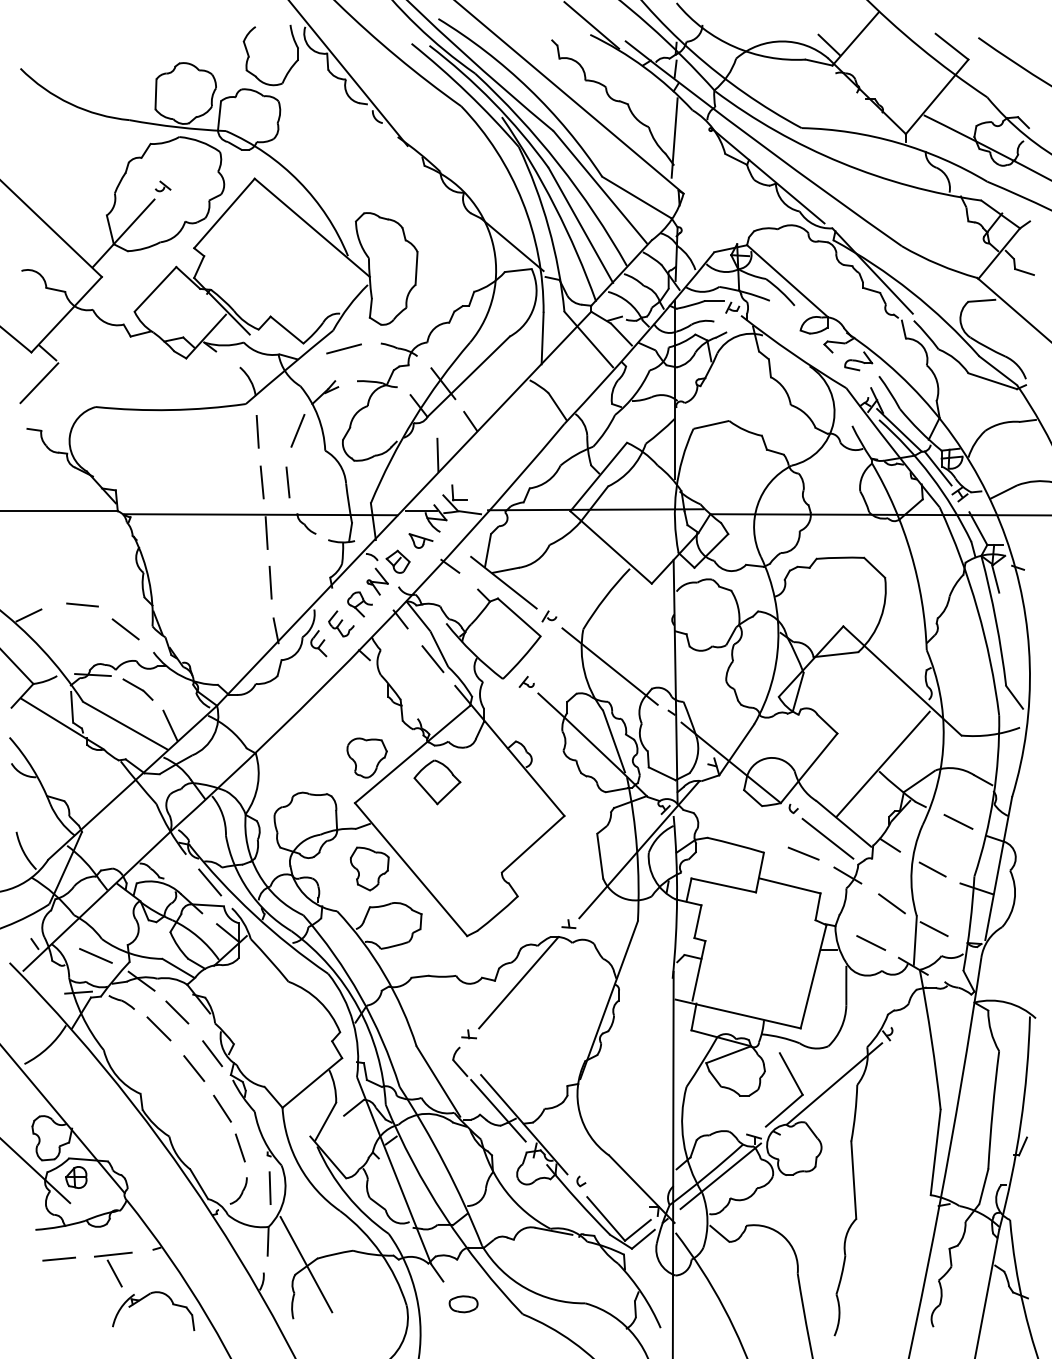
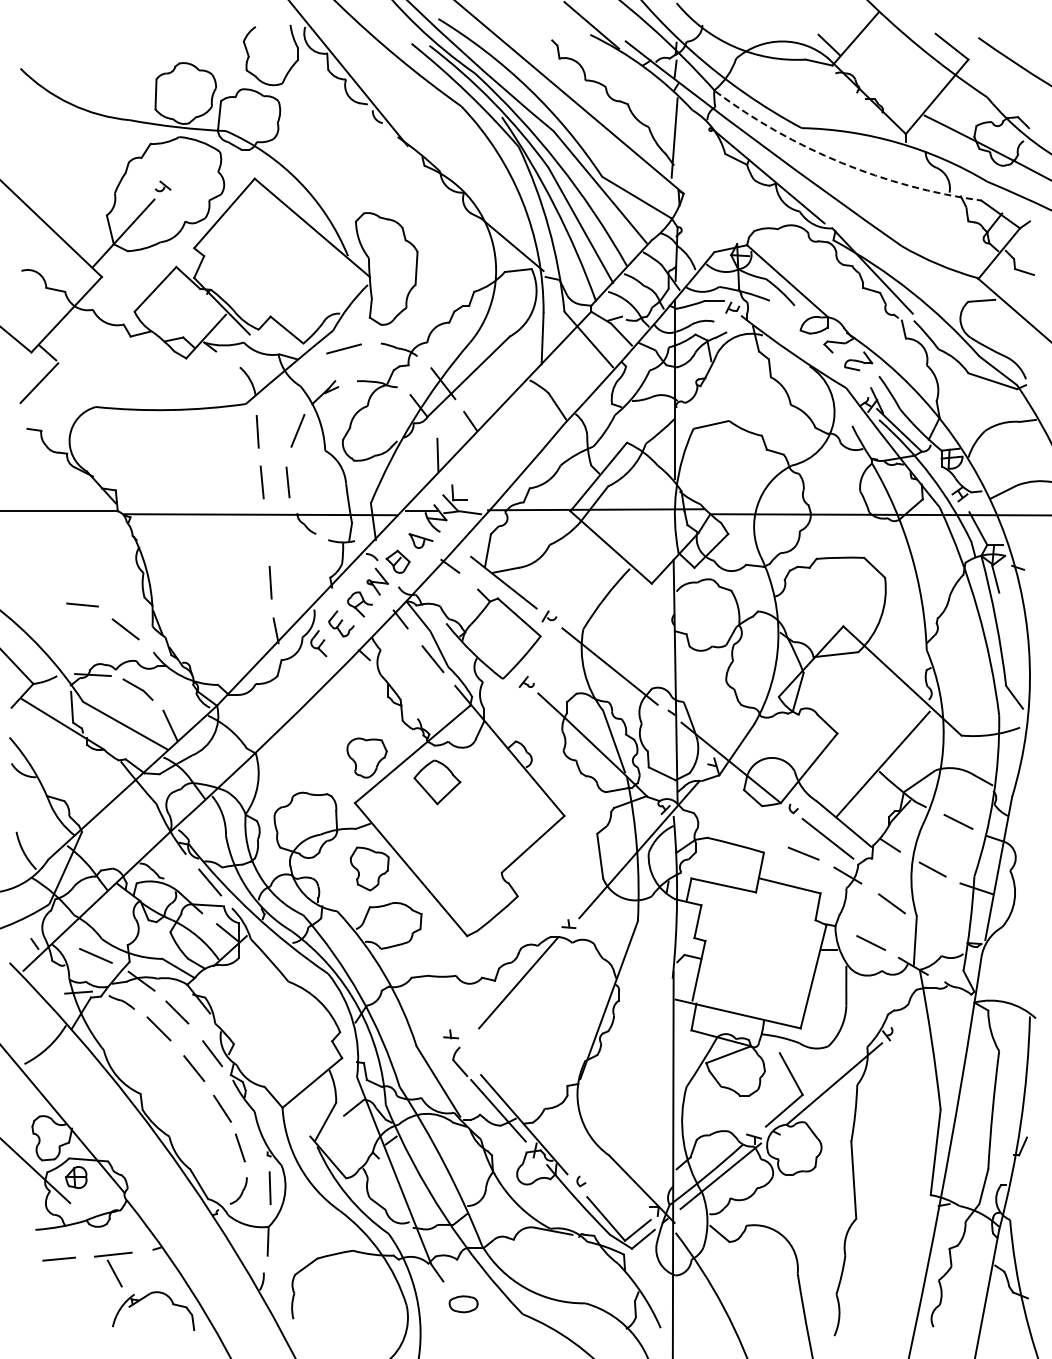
arc at (841, 162): solid -> dashed
line at (937, 468): present -> none
line at (266, 532): present -> none
line at (28, 615): present -> none
line at (933, 929): present -> none
part at (468, 1034) position: (468, 1034) -> (450, 1034)
line at (306, 1264): present -> none
